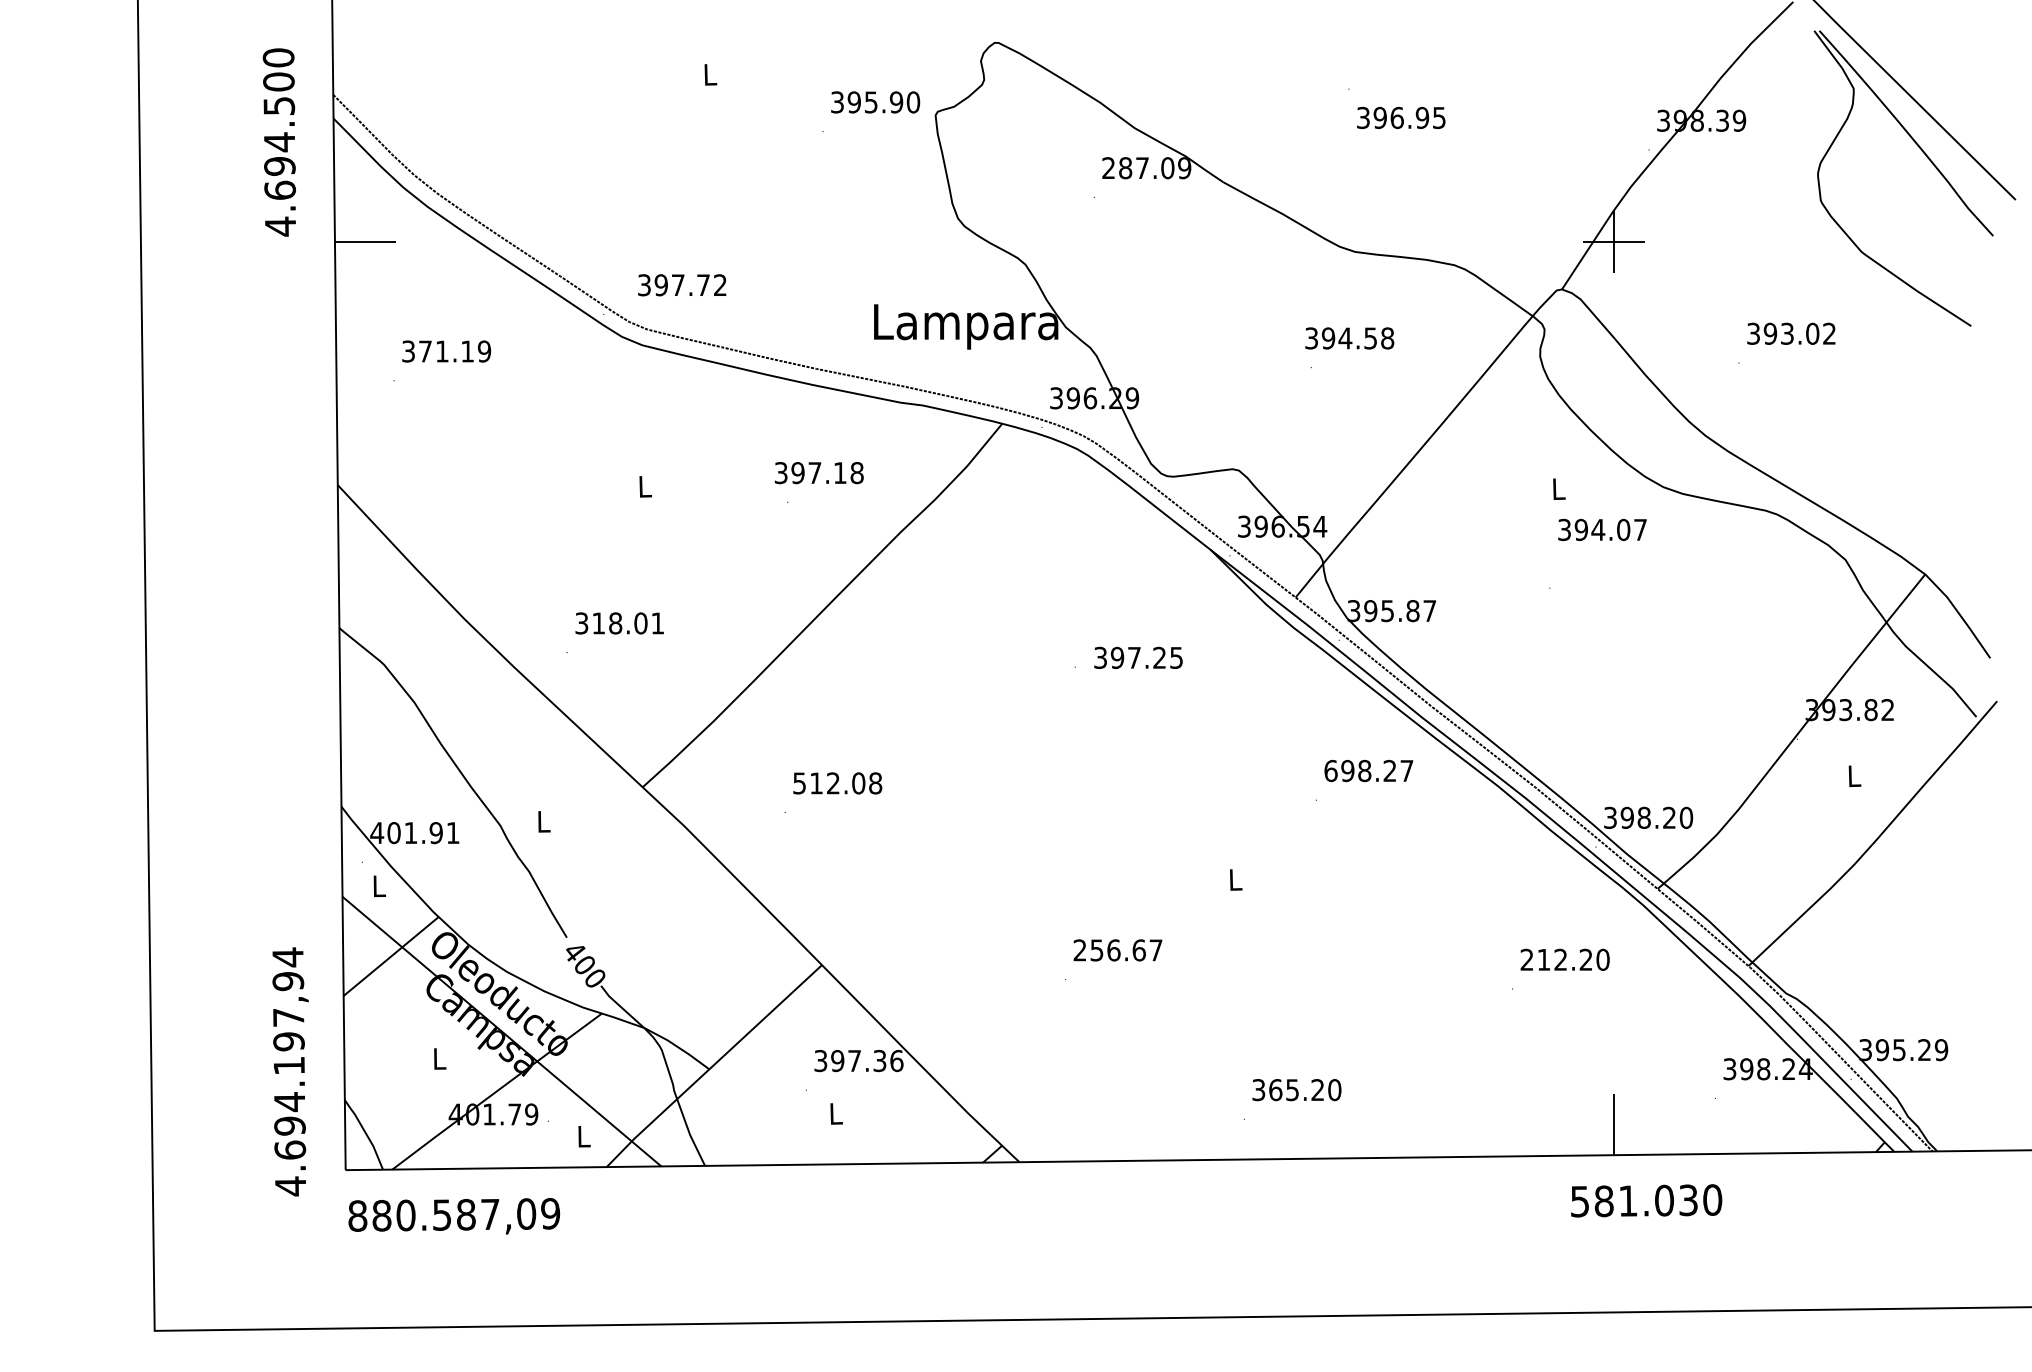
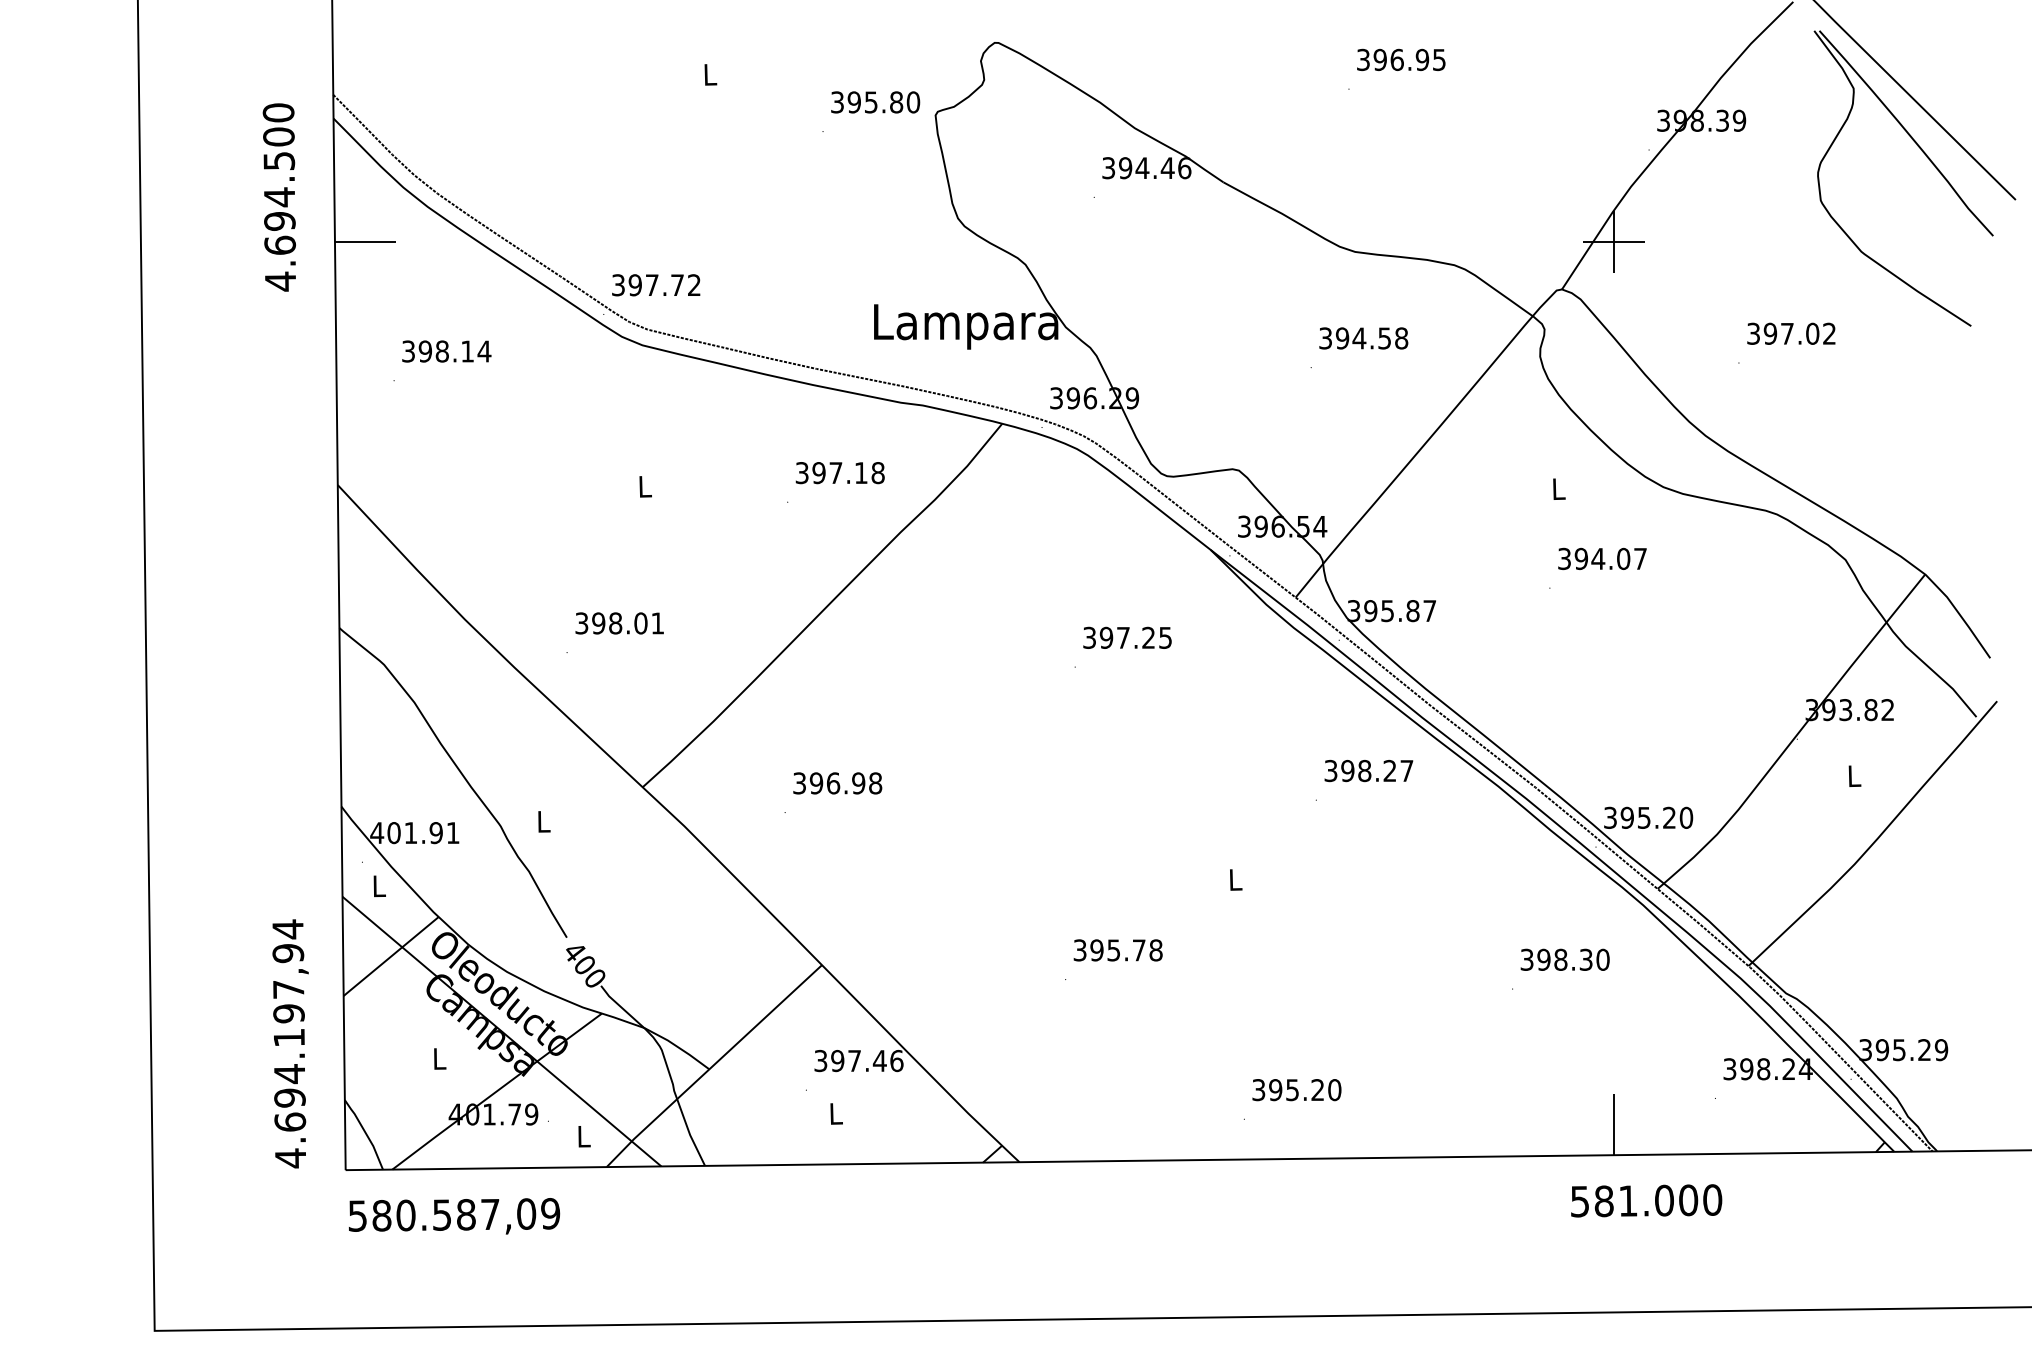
text at (896, 102): 395.90 -> 395.80
text at (1401, 117) position: (1401, 117) -> (1401, 59)
text at (278, 142) position: (278, 142) -> (278, 197)
text at (1146, 168): 287.09 -> 394.46
text at (682, 285) position: (682, 285) -> (656, 285)
text at (1787, 333): 393.02 -> 397.02
text at (1349, 338) position: (1349, 338) -> (1363, 338)
text at (454, 351): 371.19 -> 398.14
text at (818, 473) position: (818, 473) -> (839, 473)
text at (1602, 529) position: (1602, 529) -> (1602, 558)
text at (598, 623): 318.01 -> 398.01
text at (1138, 657) position: (1138, 657) -> (1127, 637)
text at (1330, 770): 698.27 -> 398.27
text at (829, 783): 512.08 -> 396.98
text at (1643, 817): 398.20 -> 395.20
text at (1117, 950): 256.67 -> 395.78
text at (1556, 959): 212.20 -> 398.30
text at (879, 1060): 397.36 -> 397.46
text at (290, 1071) position: (290, 1071) -> (290, 1043)
text at (1275, 1090): 365.20 -> 395.20
text at (1688, 1200): 581.030 -> 581.000
text at (357, 1215): 880.587,09 -> 580.587,09
